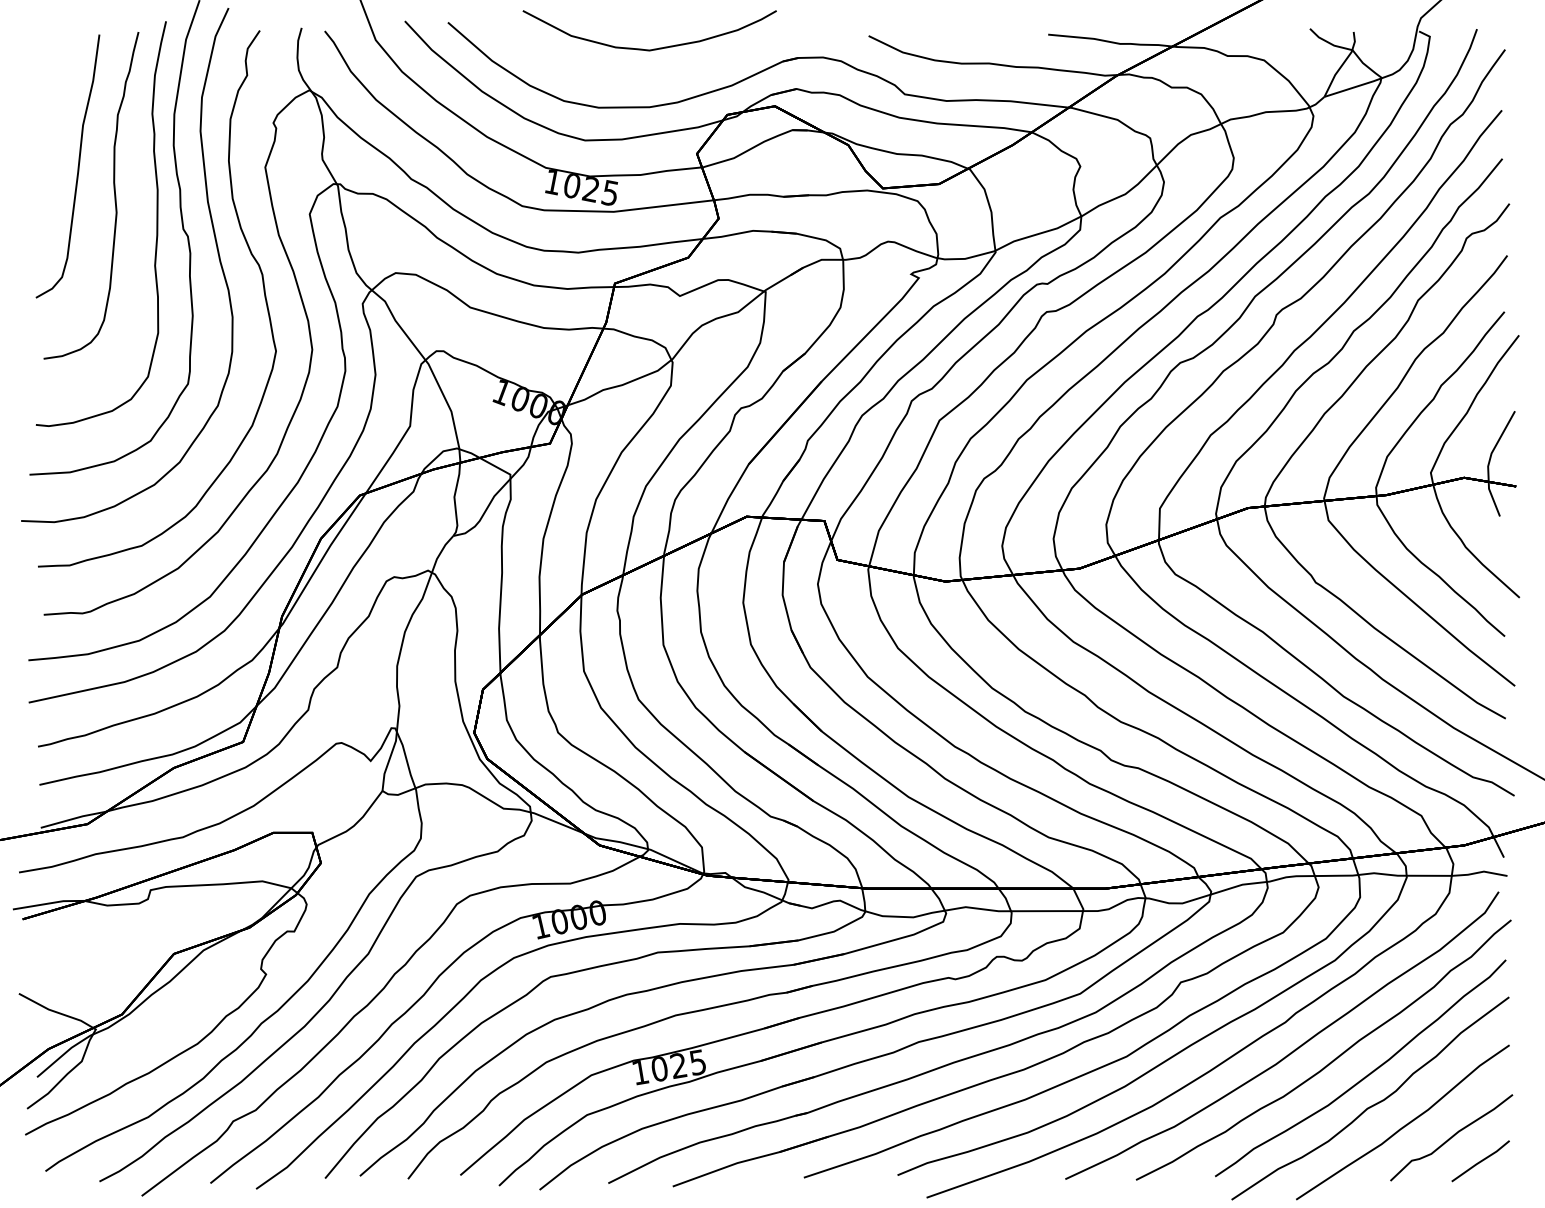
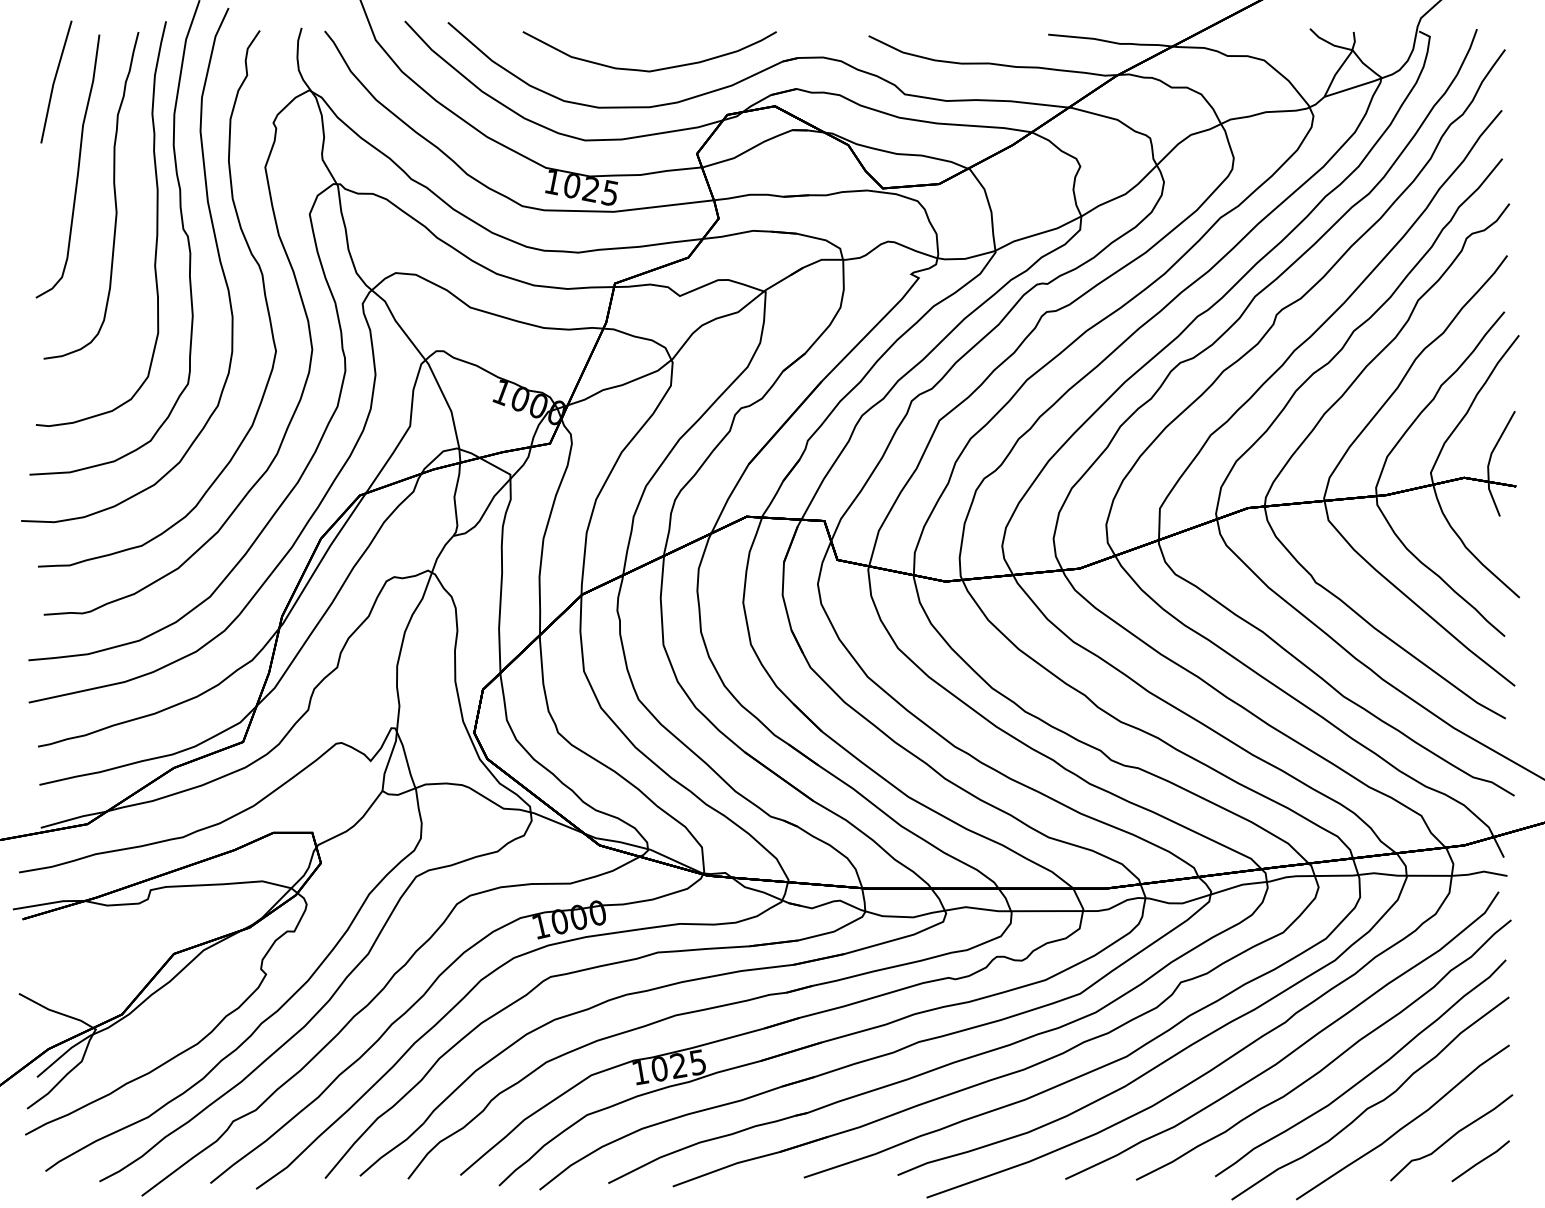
curve at (653, 48) position: (653, 48) -> (653, 69)
part at (56, 81): none -> present
